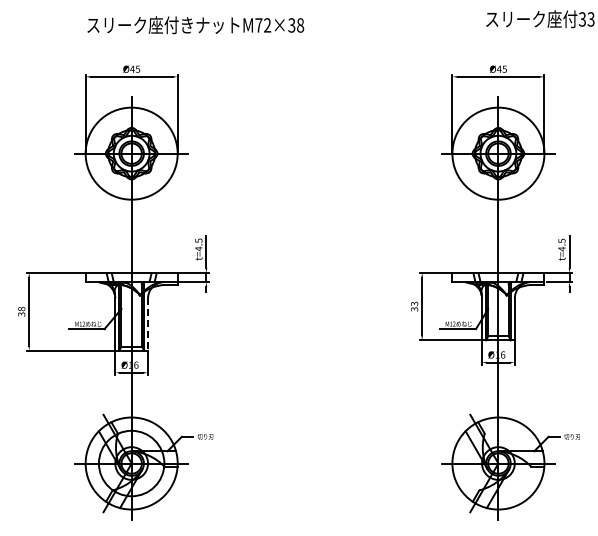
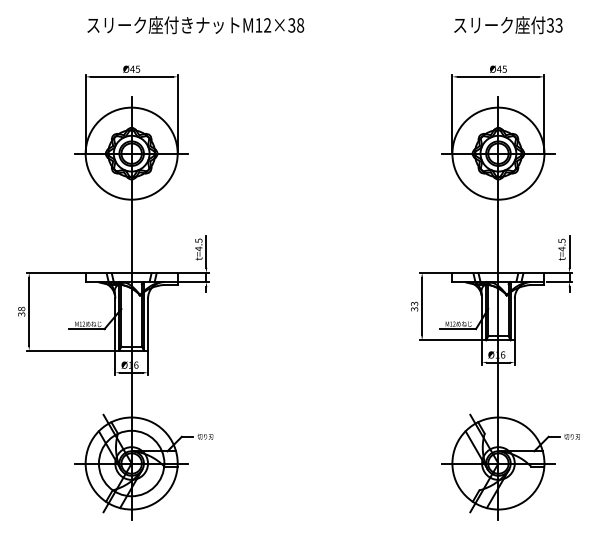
text at (540, 19) position: (540, 19) -> (508, 25)
text at (258, 25): M72×38 -> M12×38
line at (148, 325): dashed -> solid
